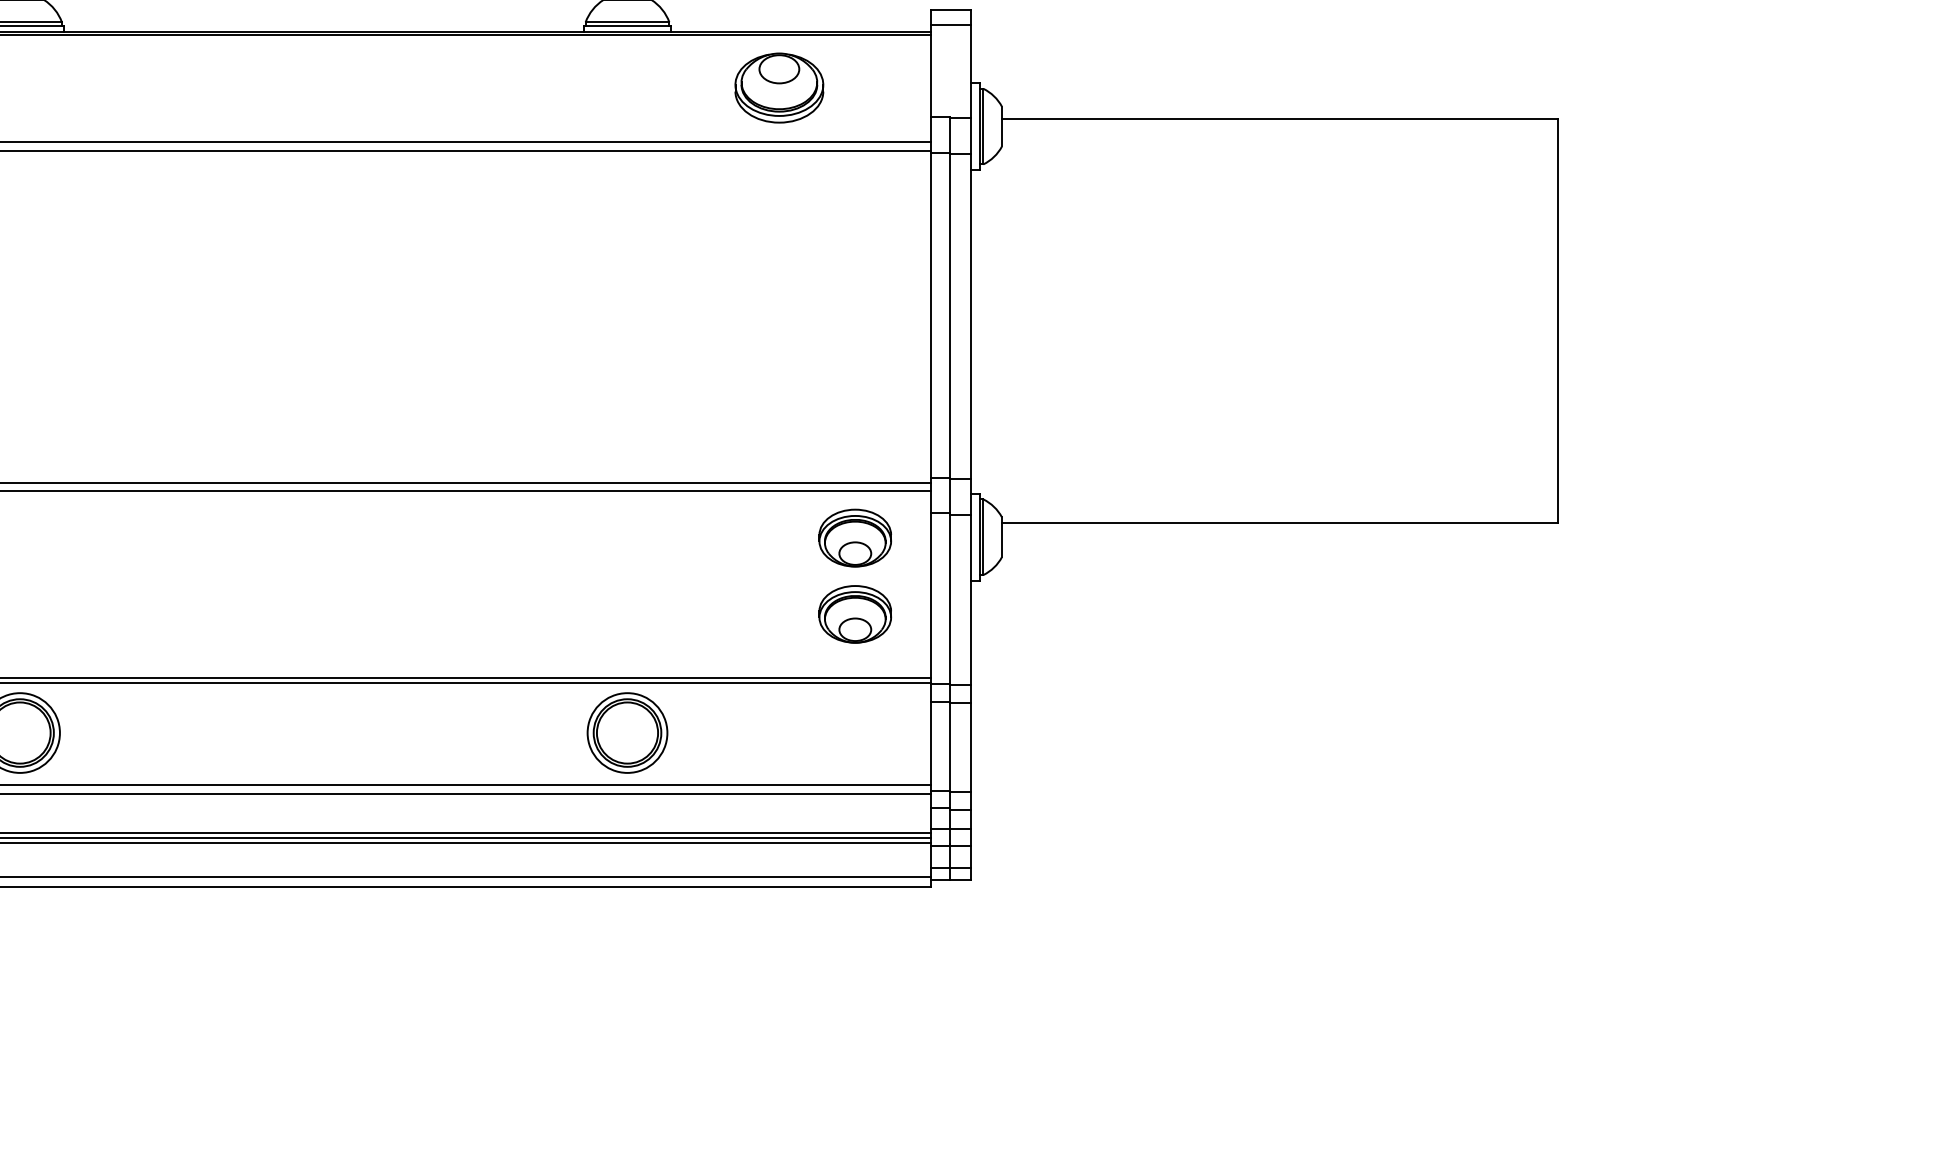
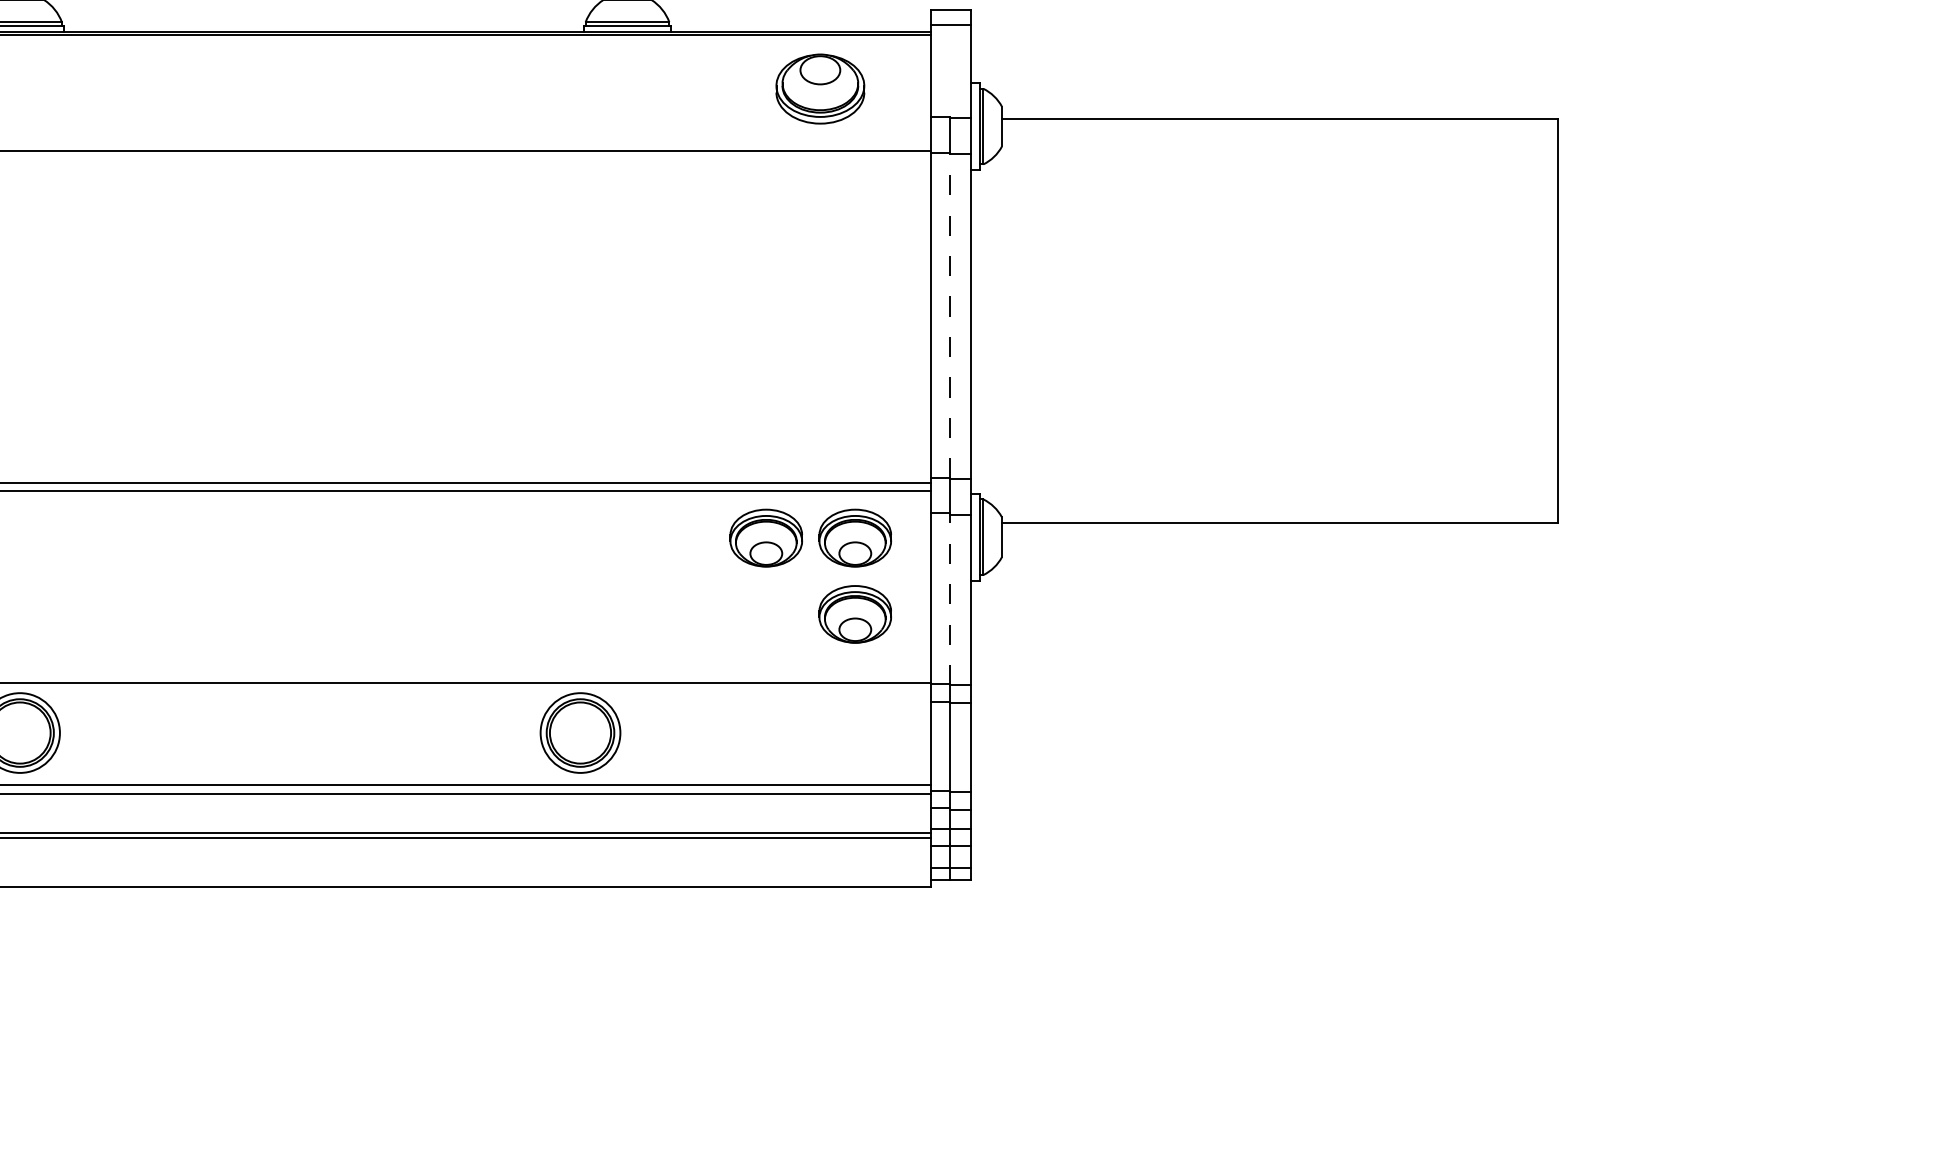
part at (779, 87) position: (779, 87) -> (820, 88)
line at (466, 142): present -> none
line at (950, 315): solid -> dashed
part at (765, 537): none -> present
line at (950, 599): solid -> dashed
line at (466, 678): present -> none
part at (627, 732) position: (627, 732) -> (580, 732)
line at (466, 842): present -> none
line at (466, 877): present -> none
